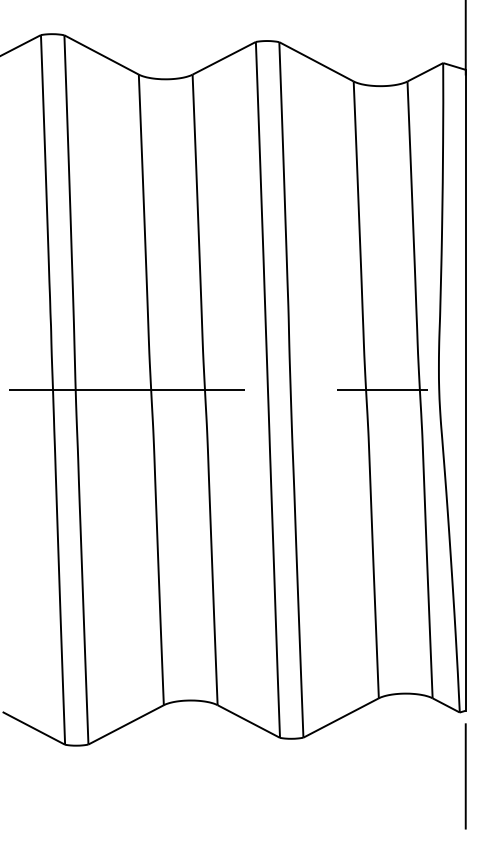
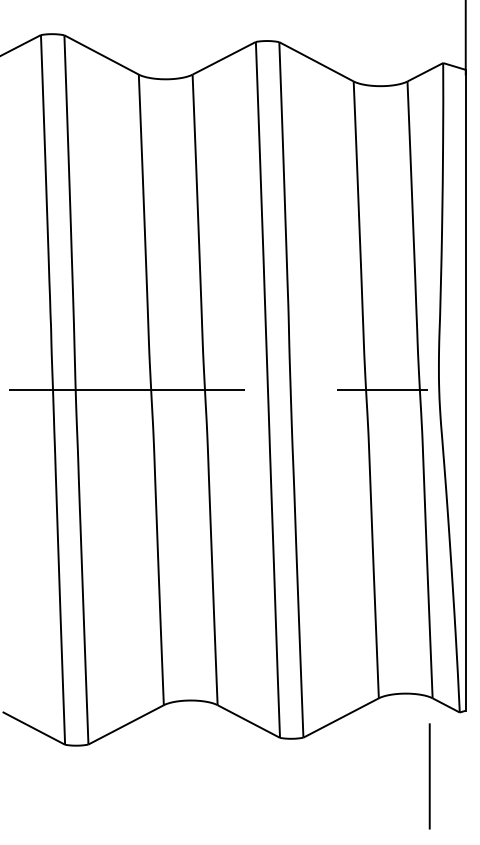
line at (465, 776) position: (465, 776) -> (429, 776)
